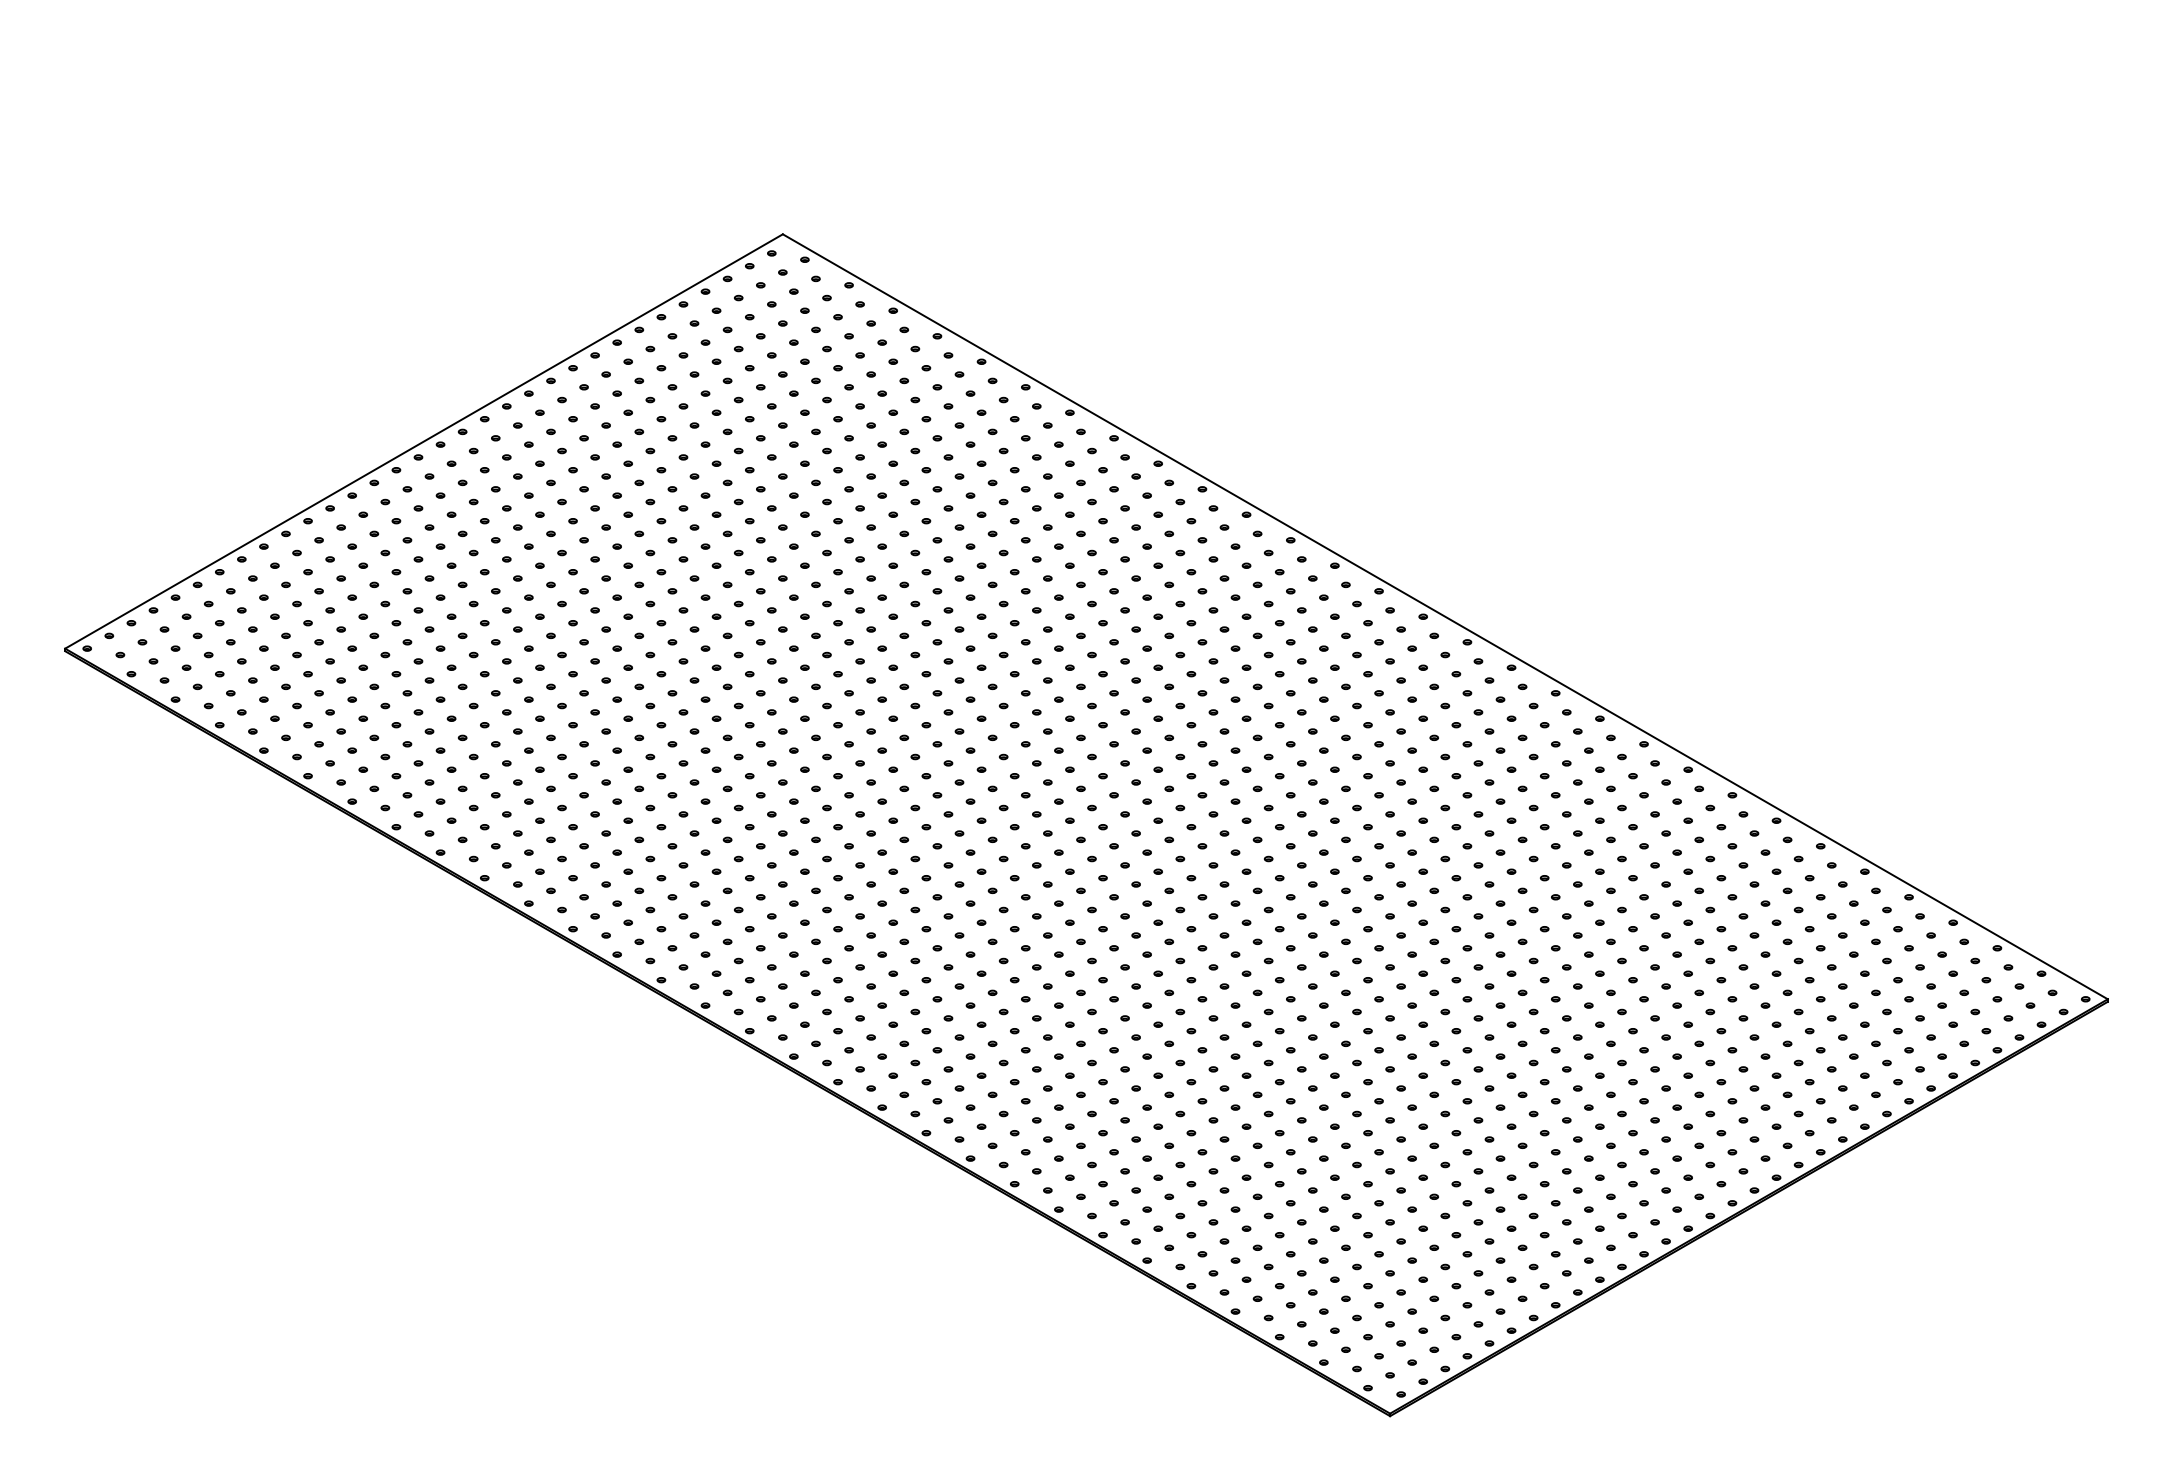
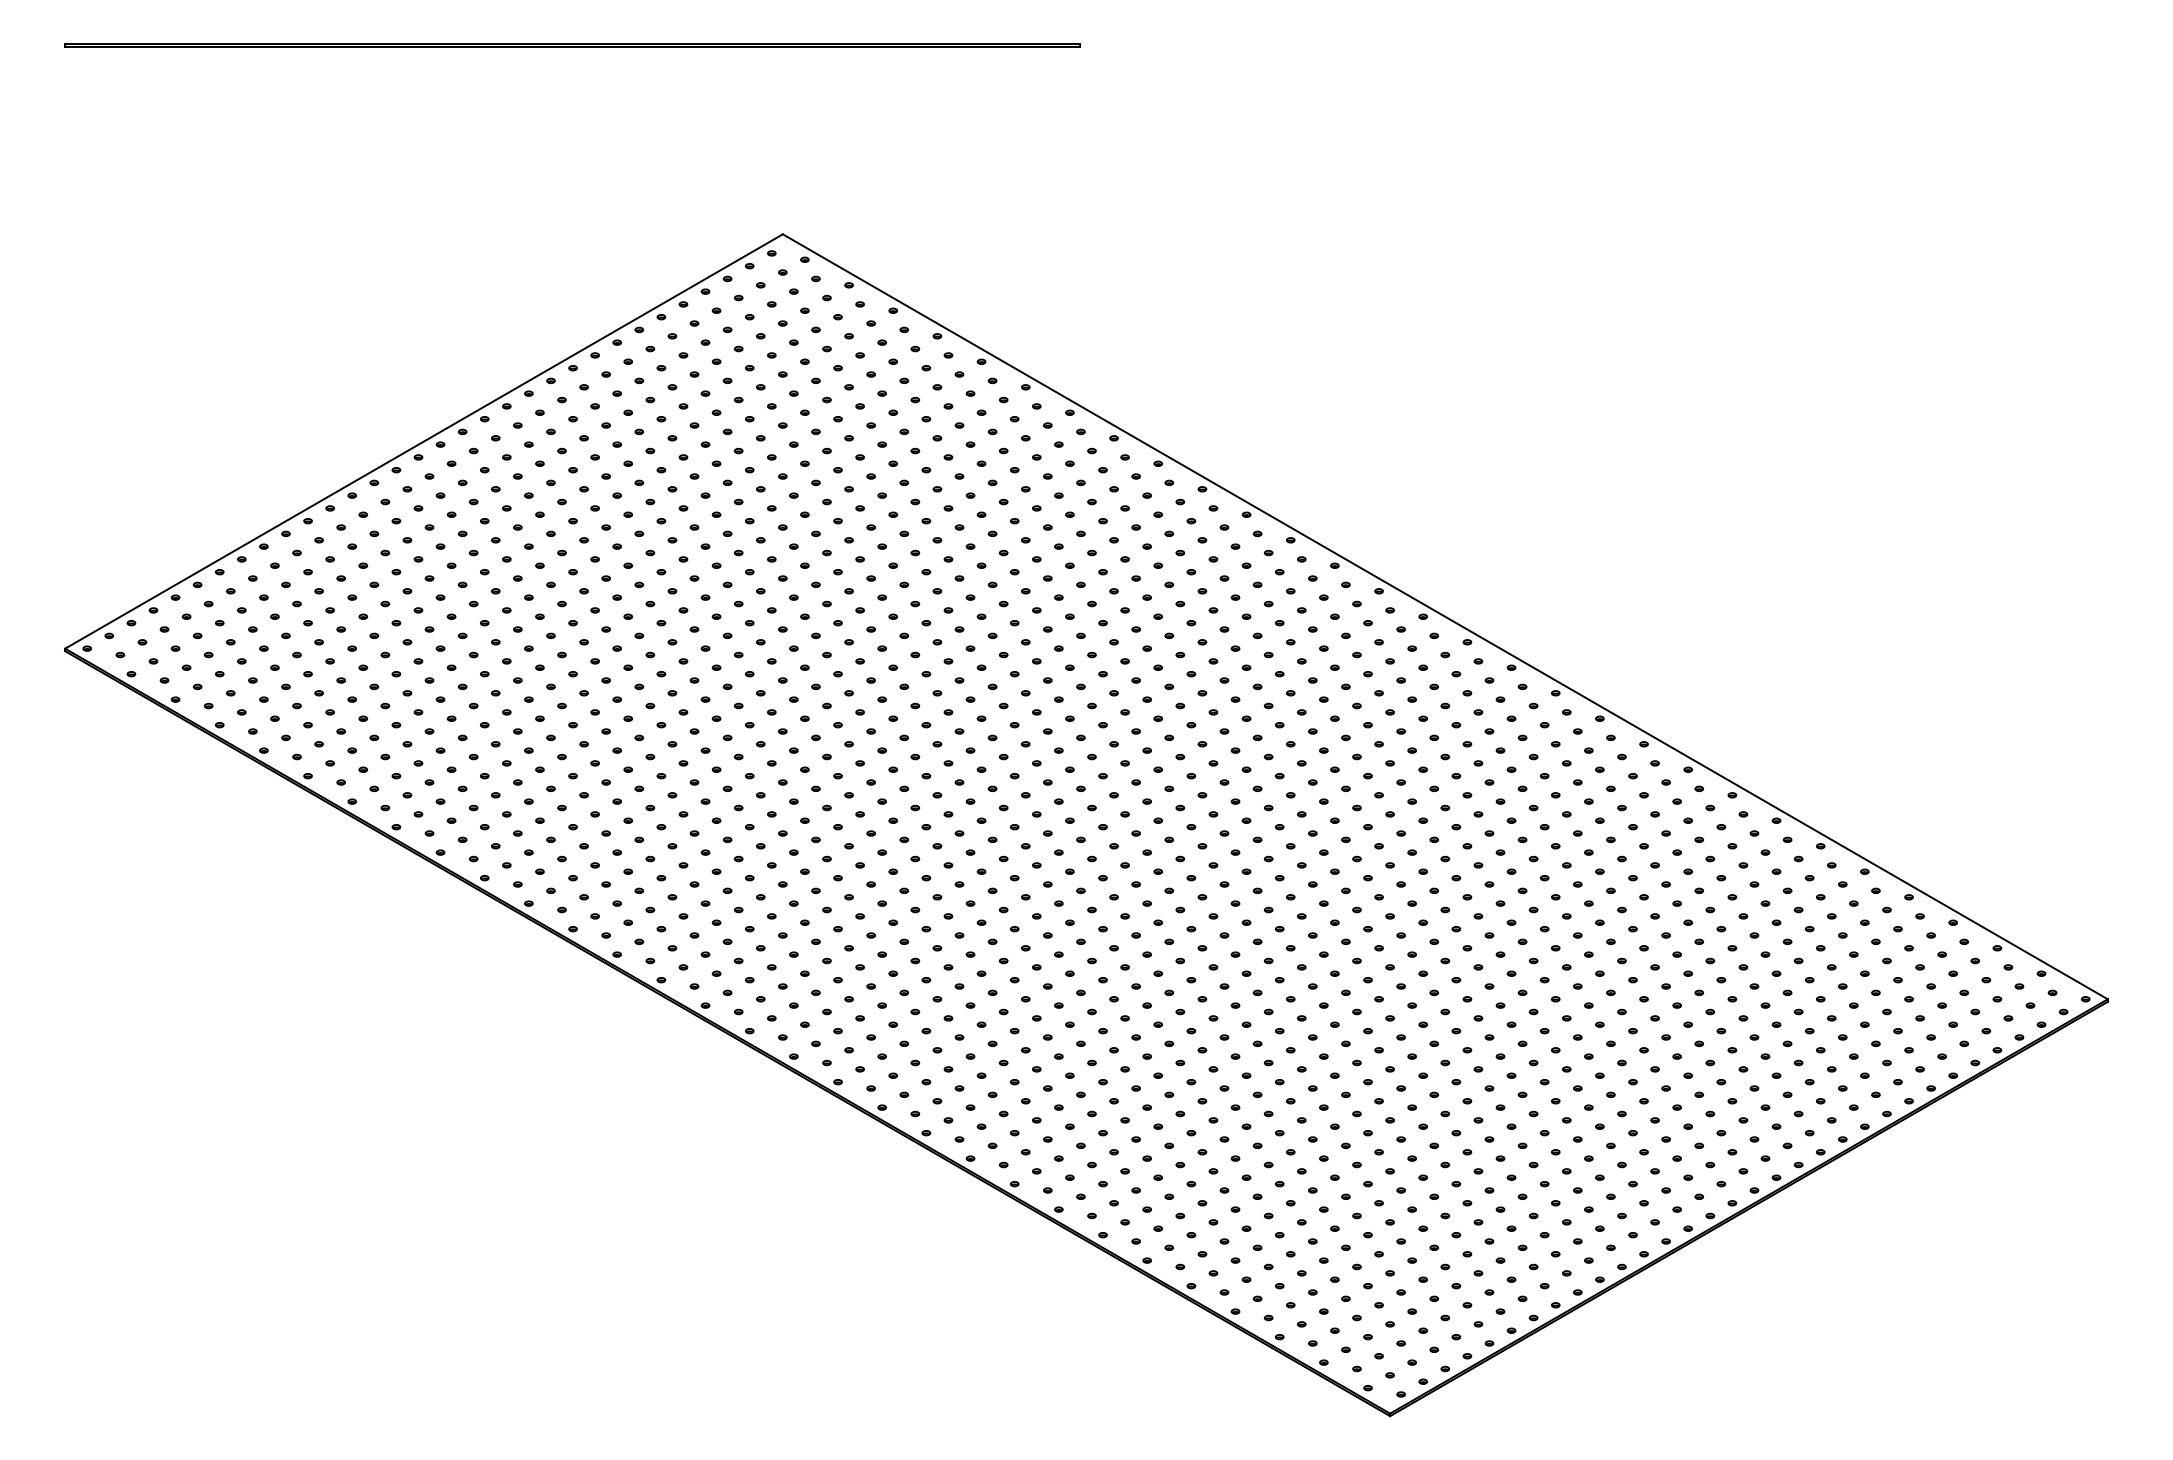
line at (572, 44): none -> present
